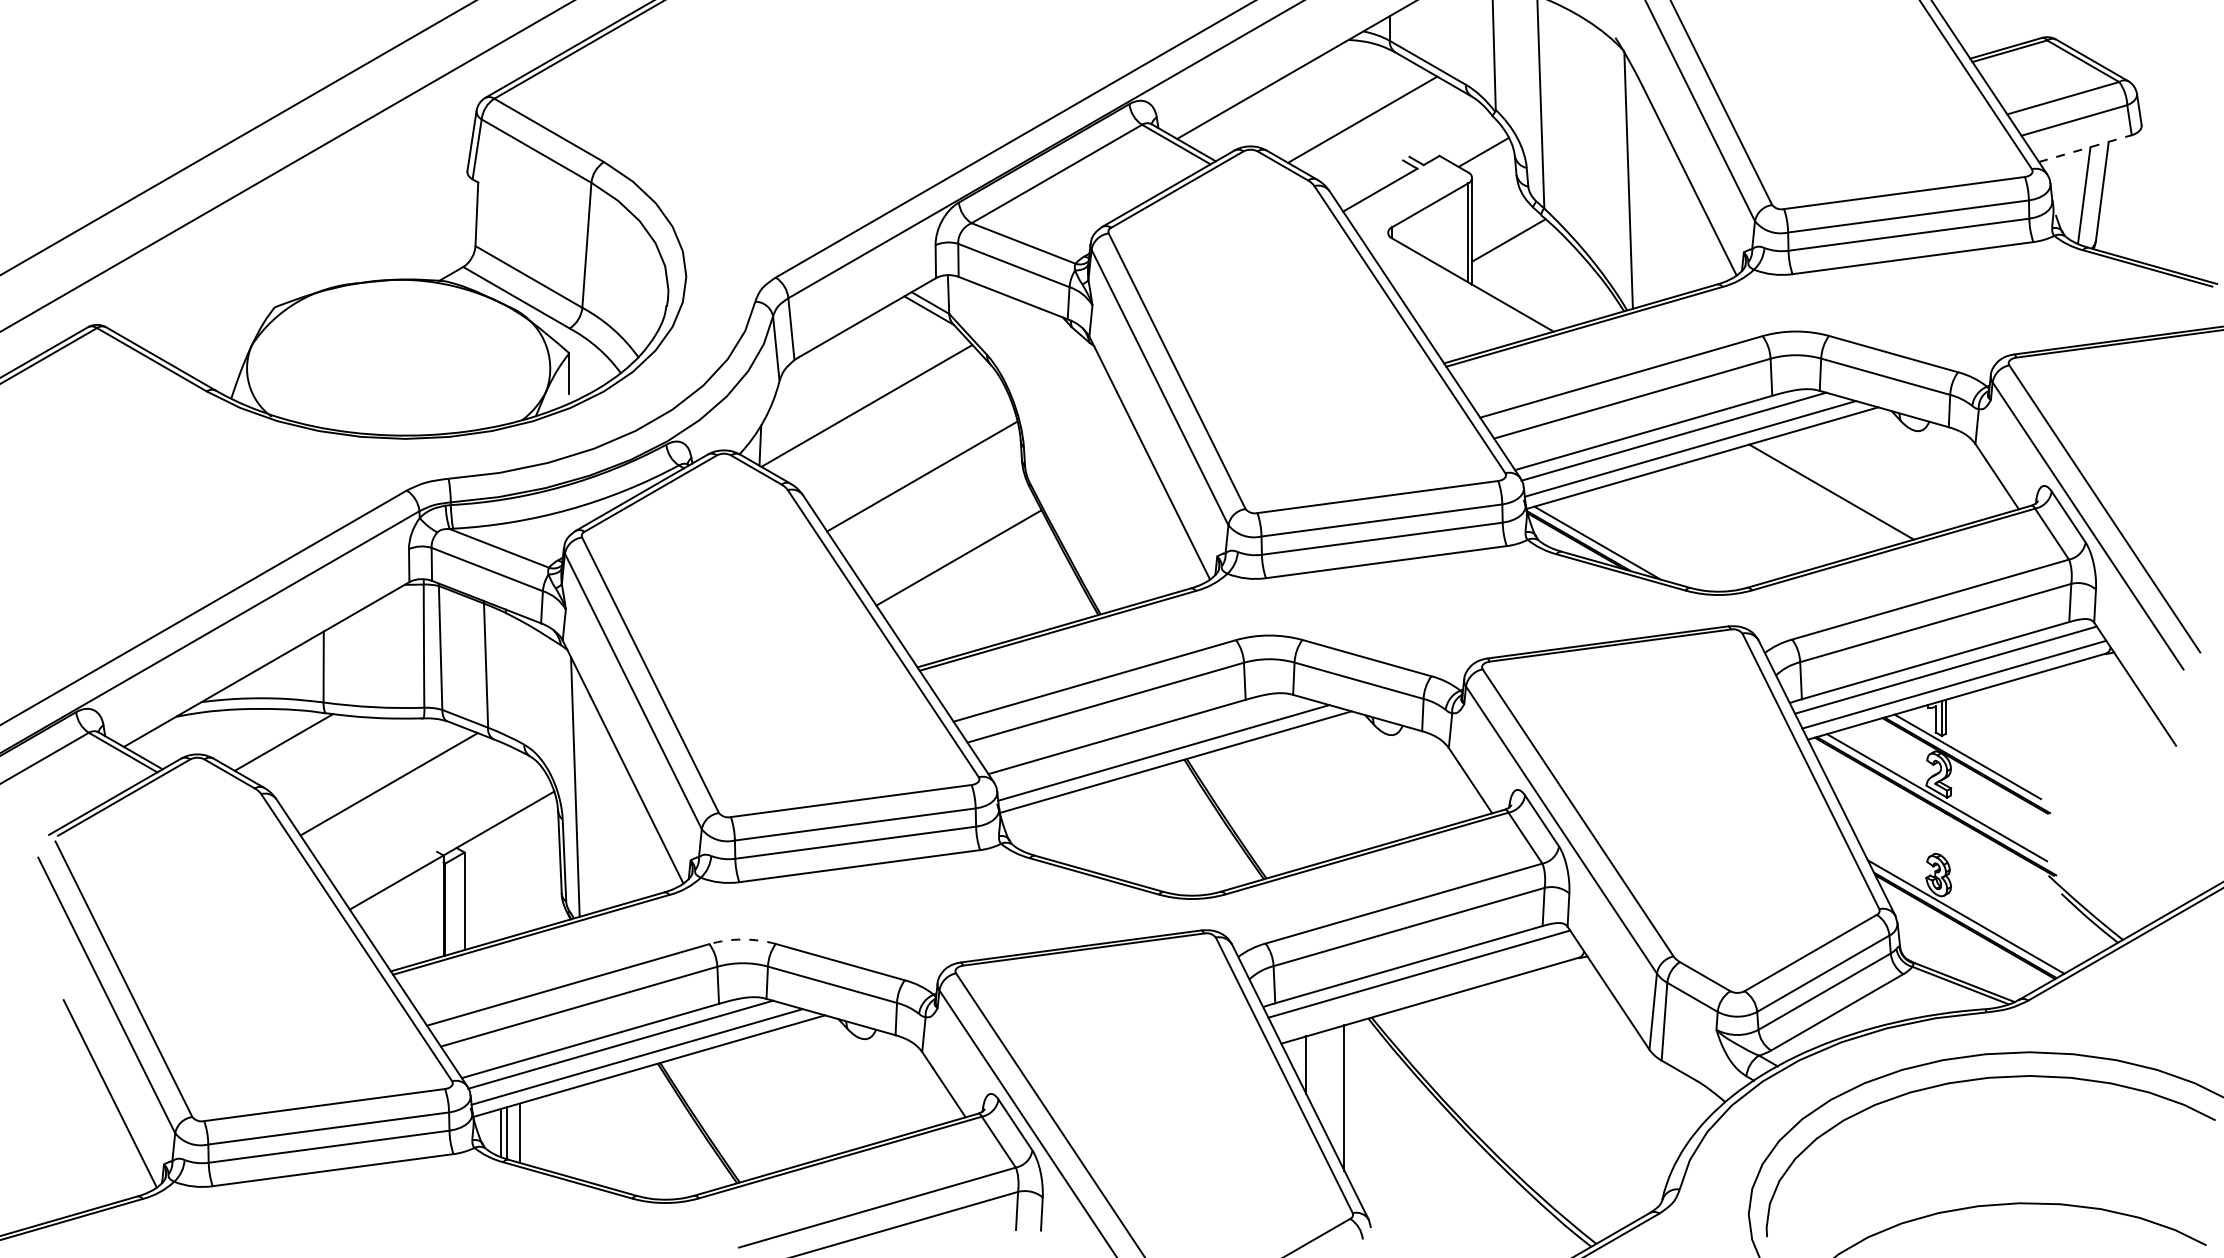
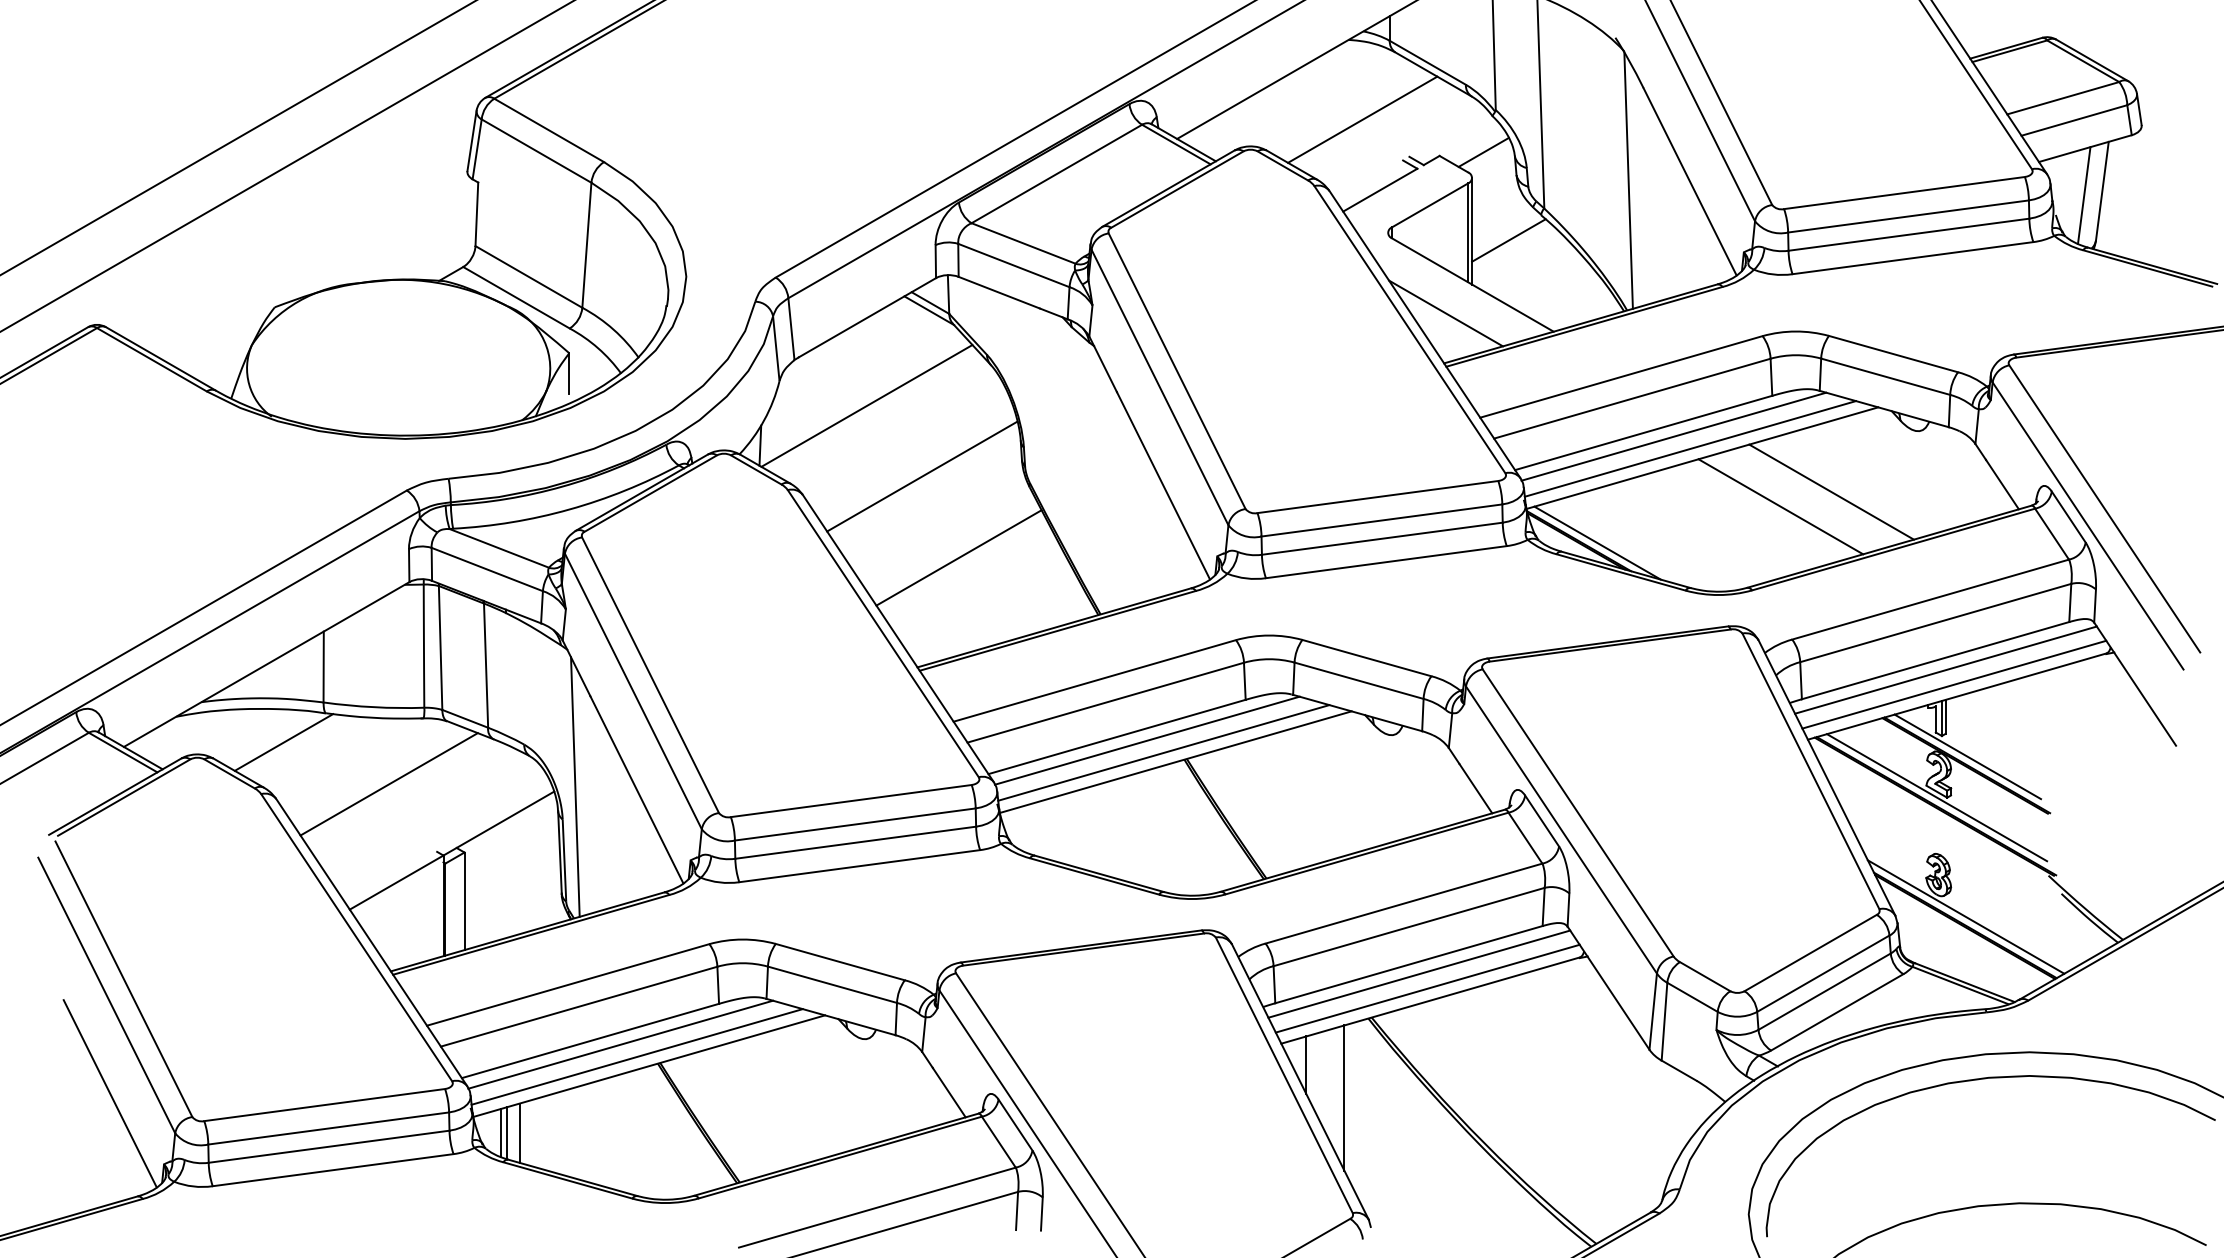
line at (2085, 148): dashed -> solid
line at (1445, 313): none -> present
line at (1780, 506): none -> present
line at (1146, 740): none -> present
arc at (742, 939): dashed -> solid
line at (1427, 988): none -> present
